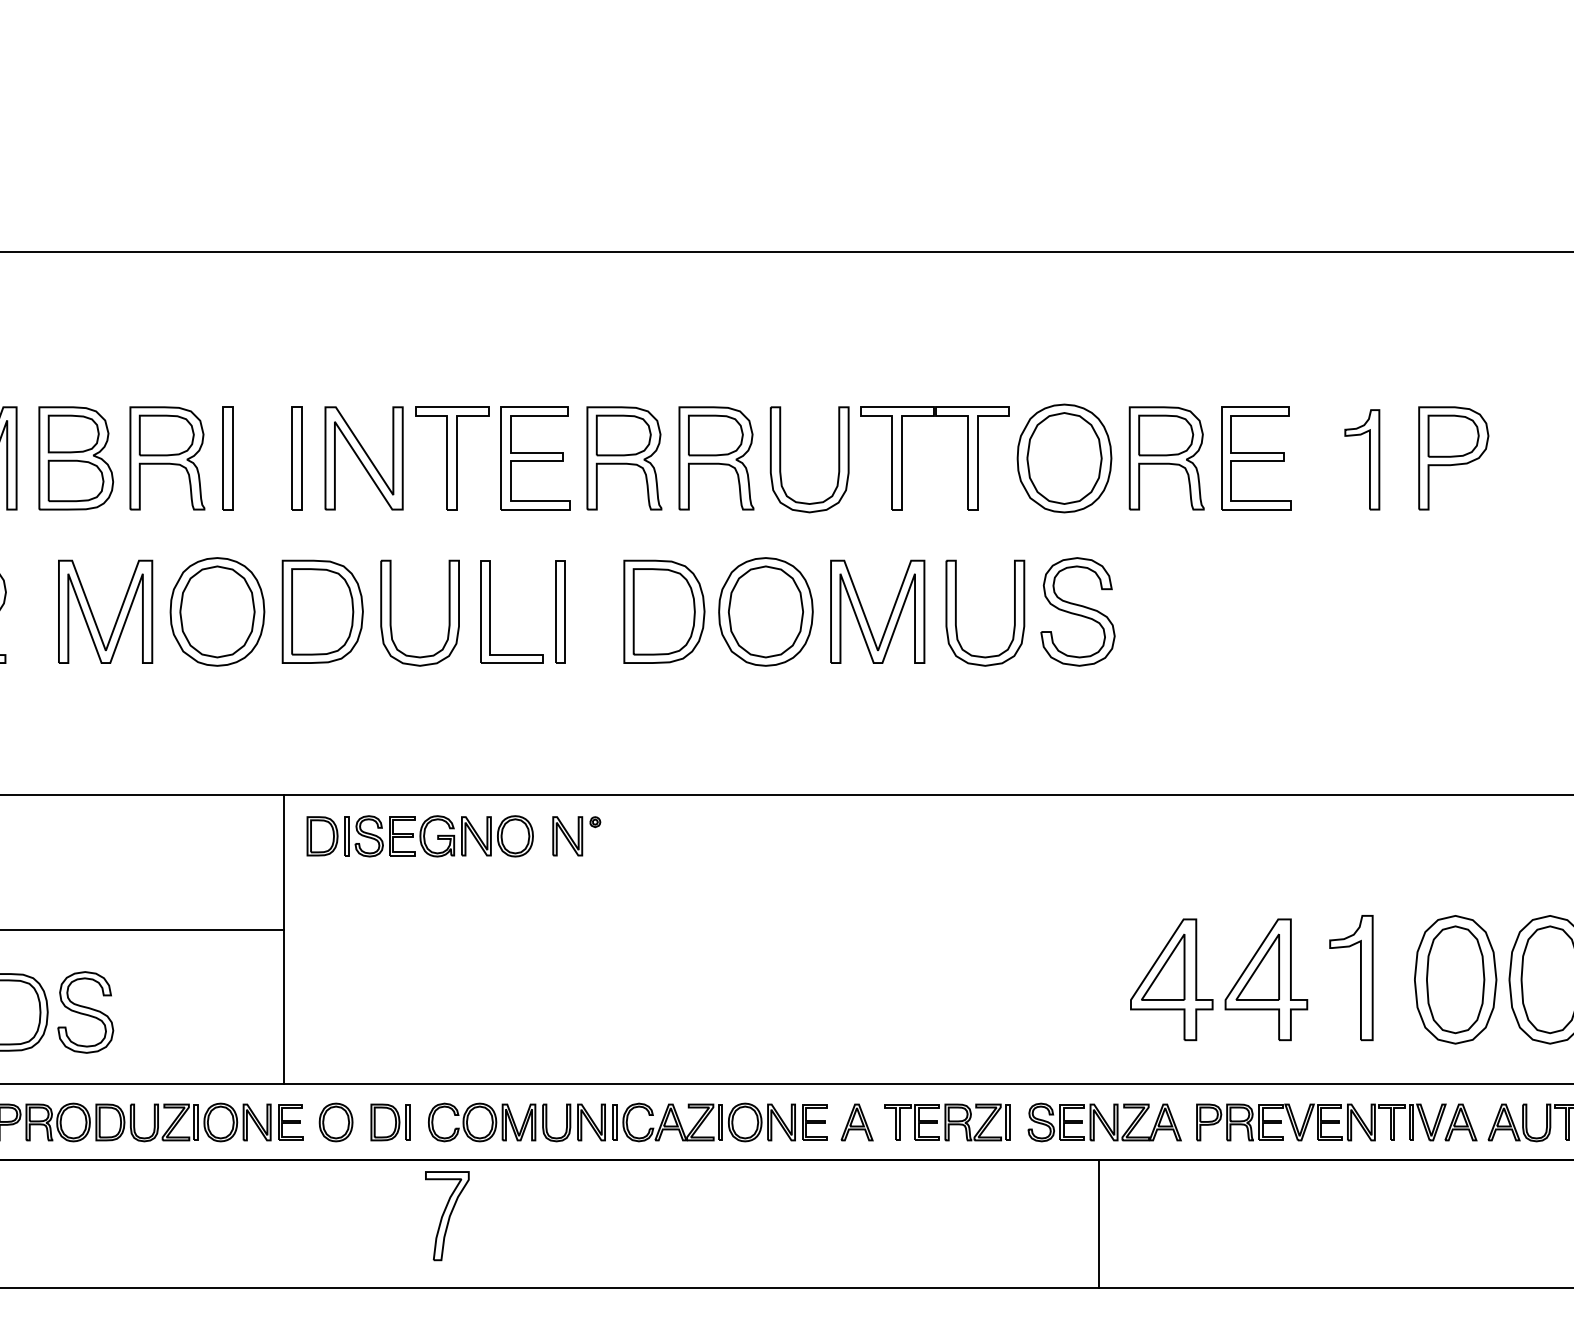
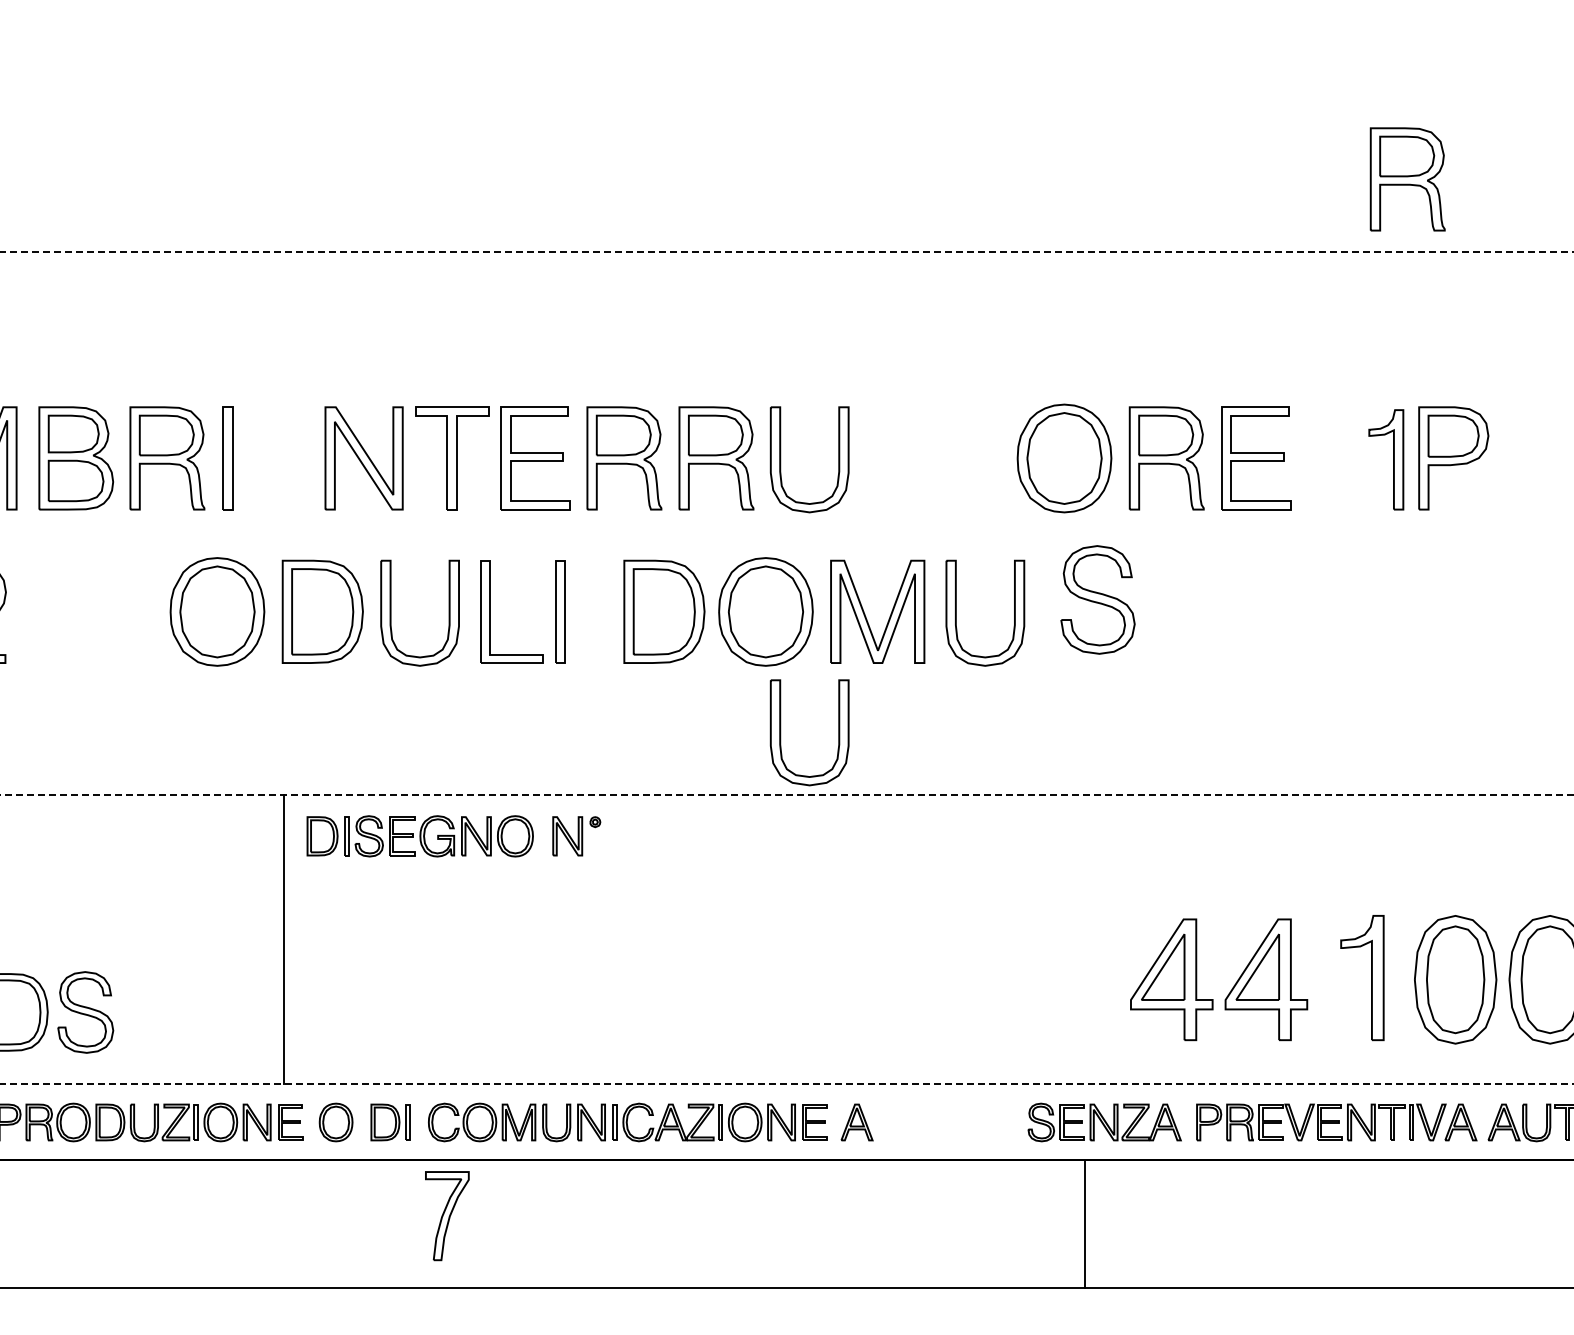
part at (1407, 179): none -> present
line at (787, 252): solid -> dashed
part at (296, 458): present -> none
part at (902, 458): present -> none
part at (1369, 459) position: (1369, 459) -> (1393, 459)
part at (1077, 611) position: (1077, 611) -> (1097, 599)
part at (93, 614): present -> none
part at (781, 732): none -> present
line at (787, 794): solid -> dashed
line at (142, 930): present -> none
part at (1360, 978) position: (1360, 978) -> (1371, 978)
line at (787, 1083): solid -> dashed
part at (947, 1122): present -> none
line at (1099, 1224) position: (1099, 1224) -> (1085, 1224)
